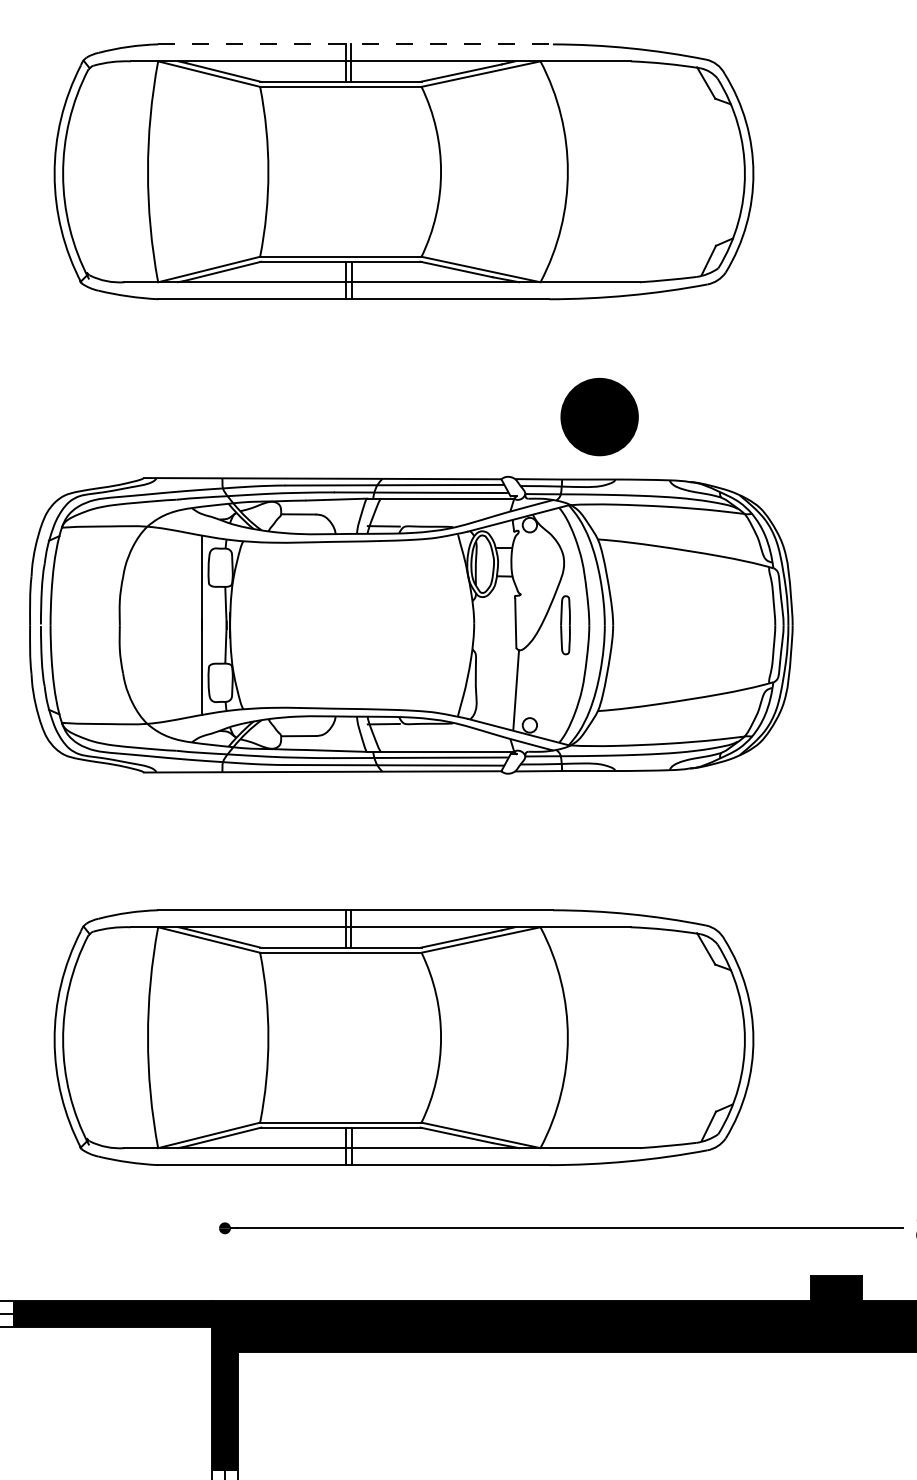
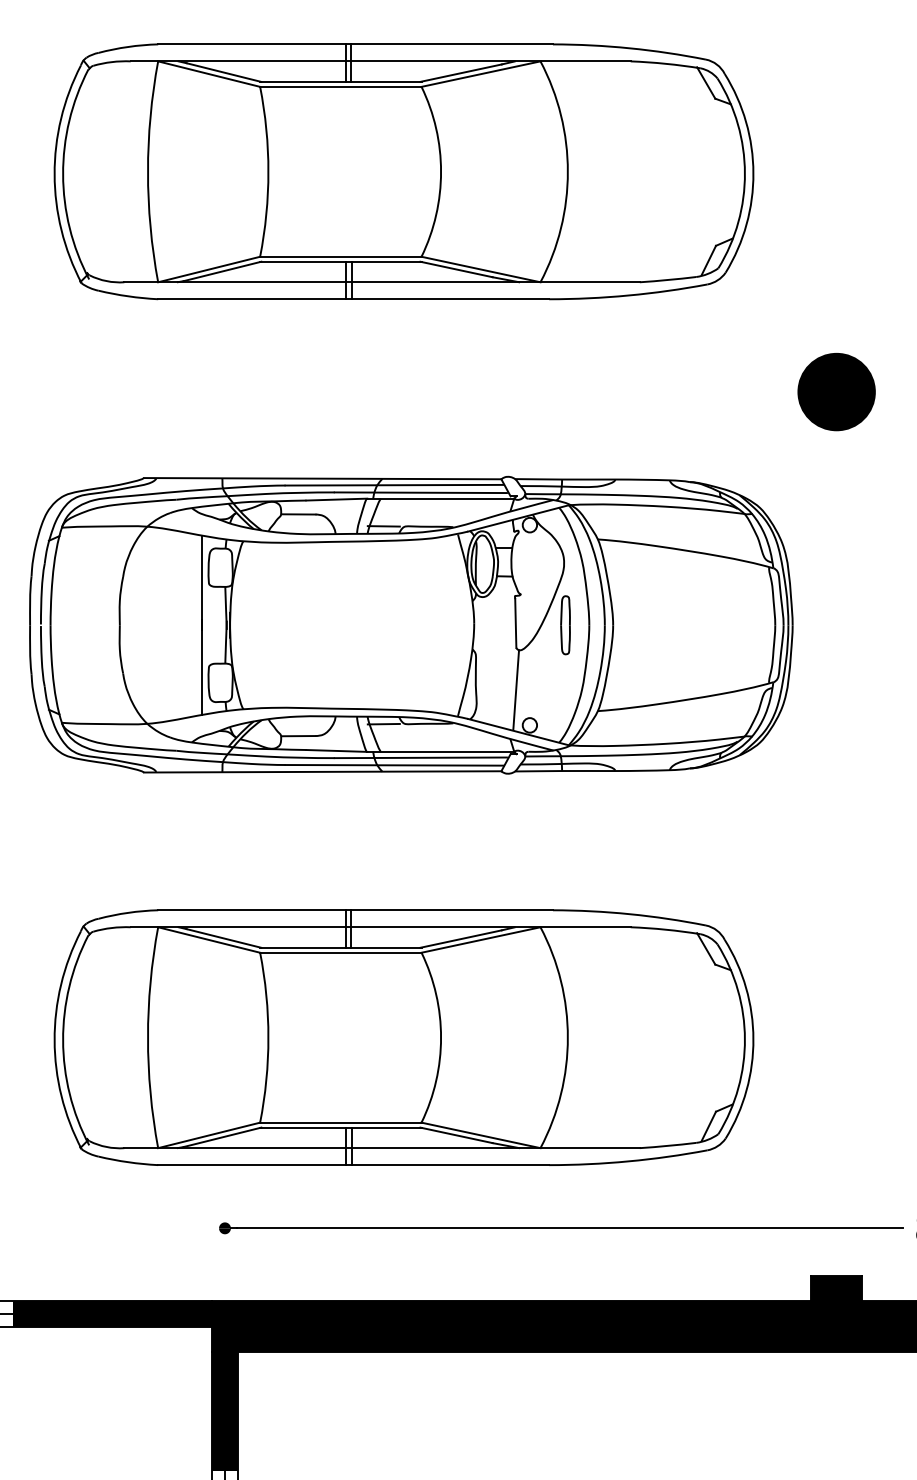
line at (356, 44): dashed -> solid
part at (599, 417) position: (599, 417) -> (836, 392)
